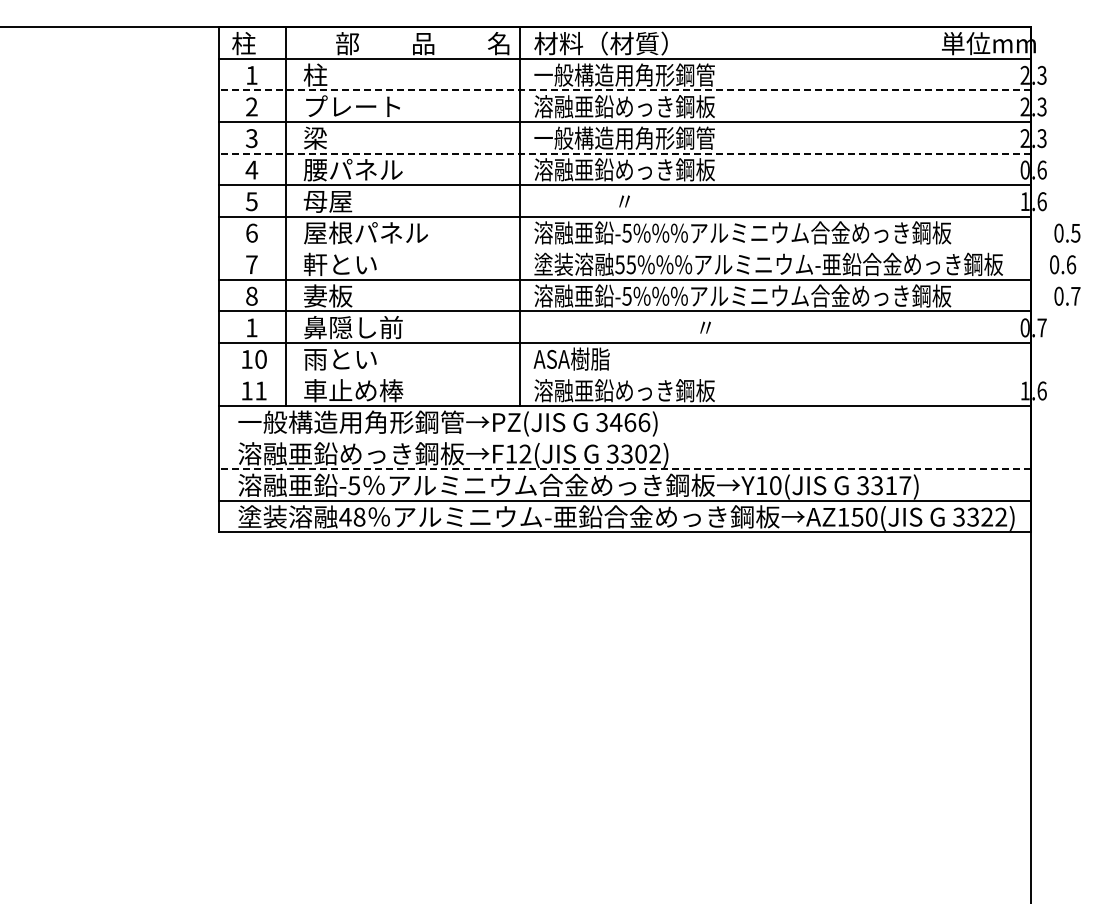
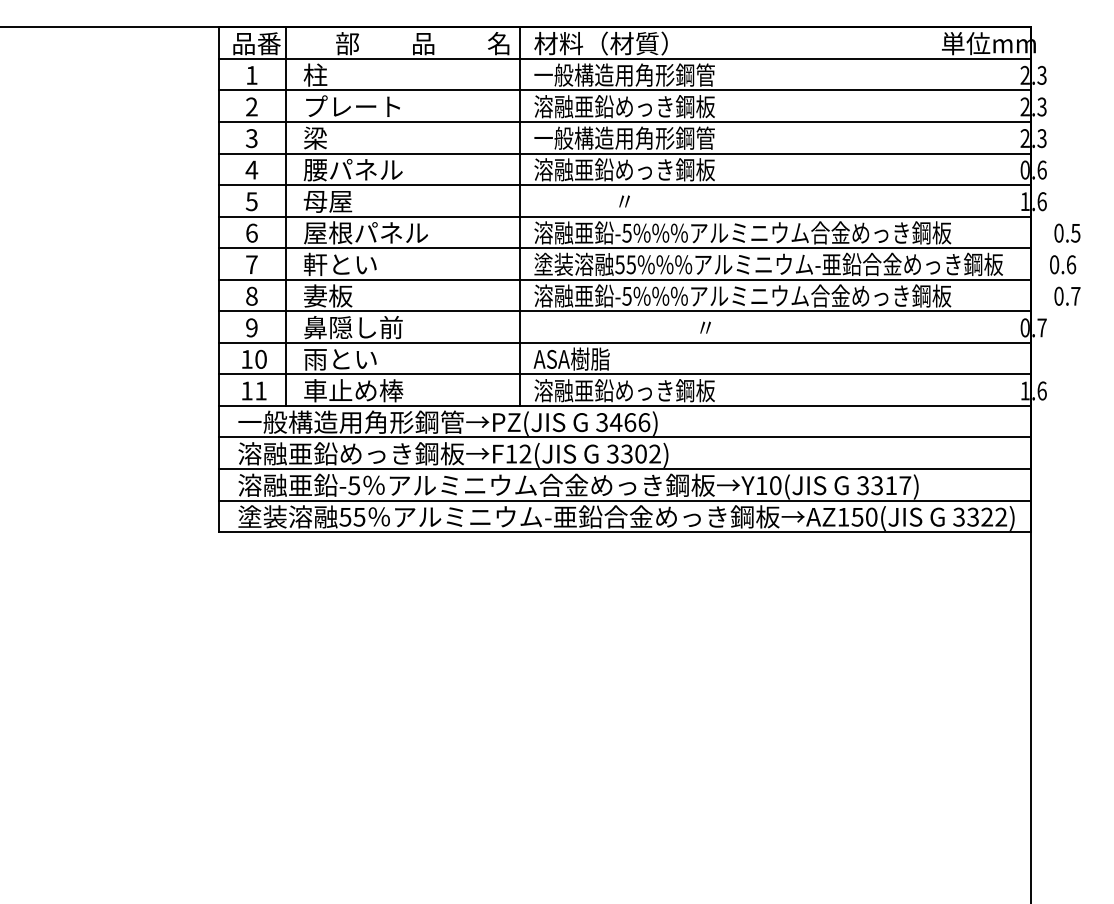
text at (256, 43): 柱 -> 品番
line at (624, 90): dashed -> solid
line at (624, 153): dashed -> solid
line at (624, 248): none -> present
text at (251, 327): 1 -> 9
line at (624, 374): none -> present
line at (624, 437): none -> present
line at (624, 469): dashed -> solid
text at (352, 516): 48 -> 55
